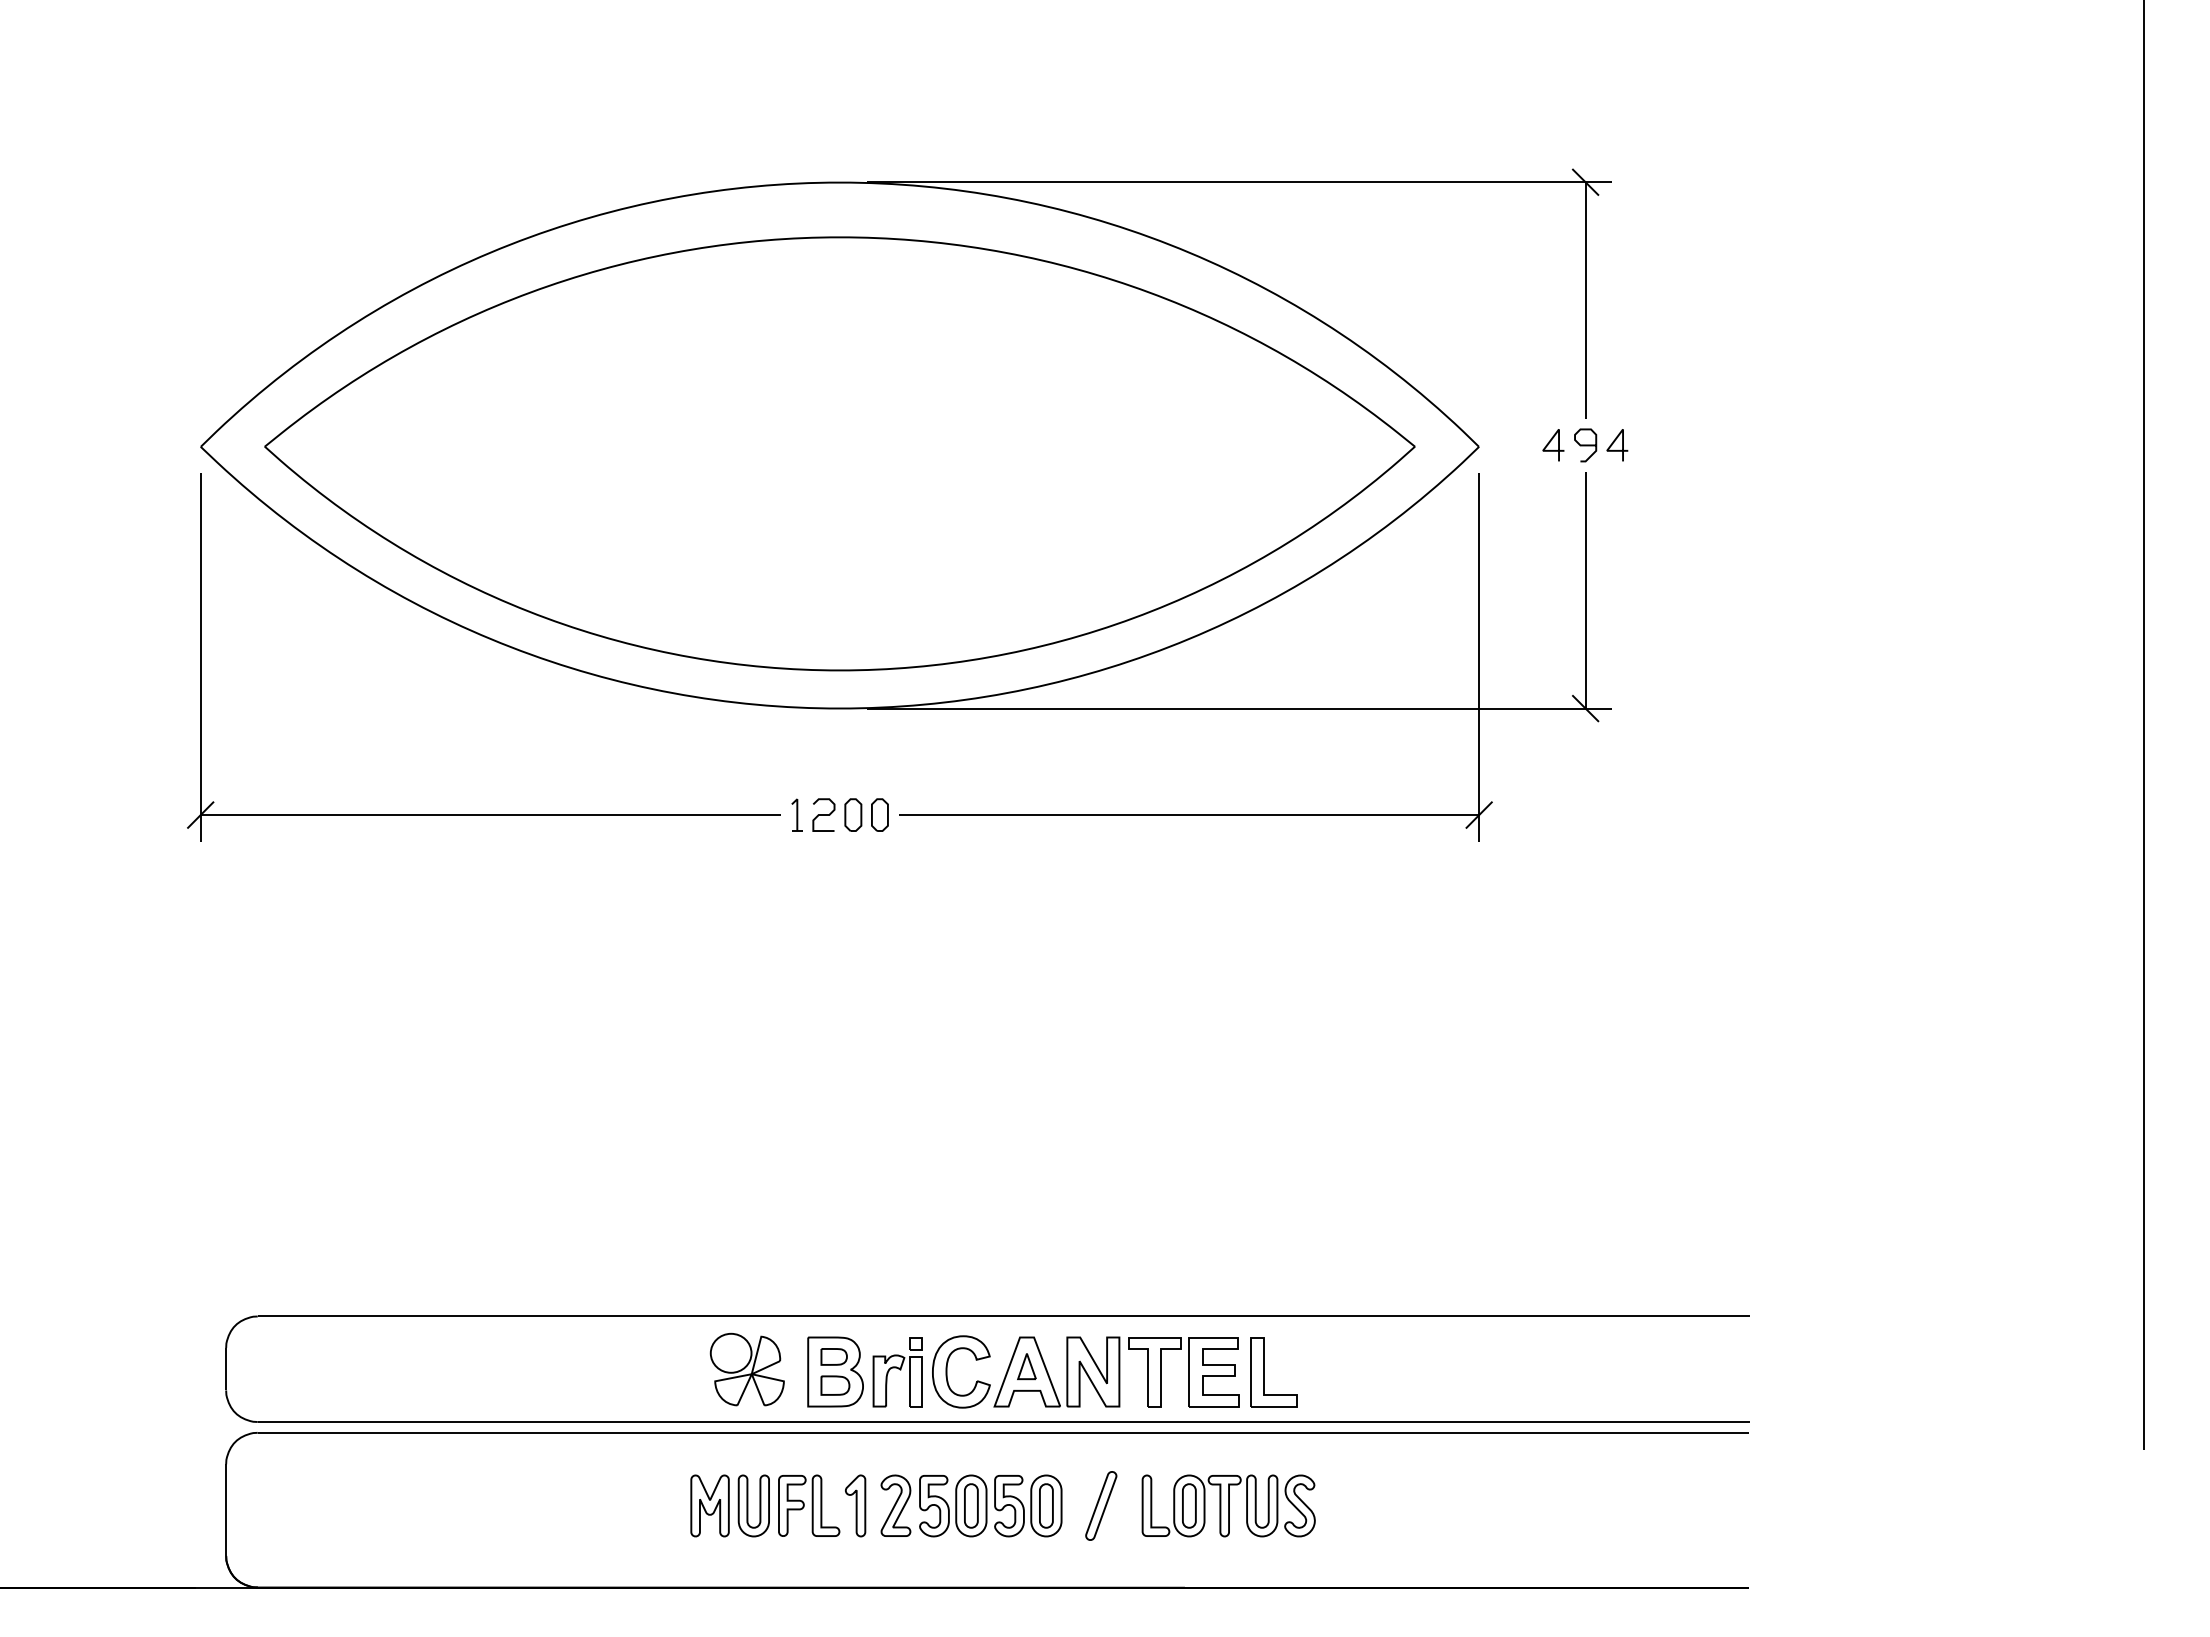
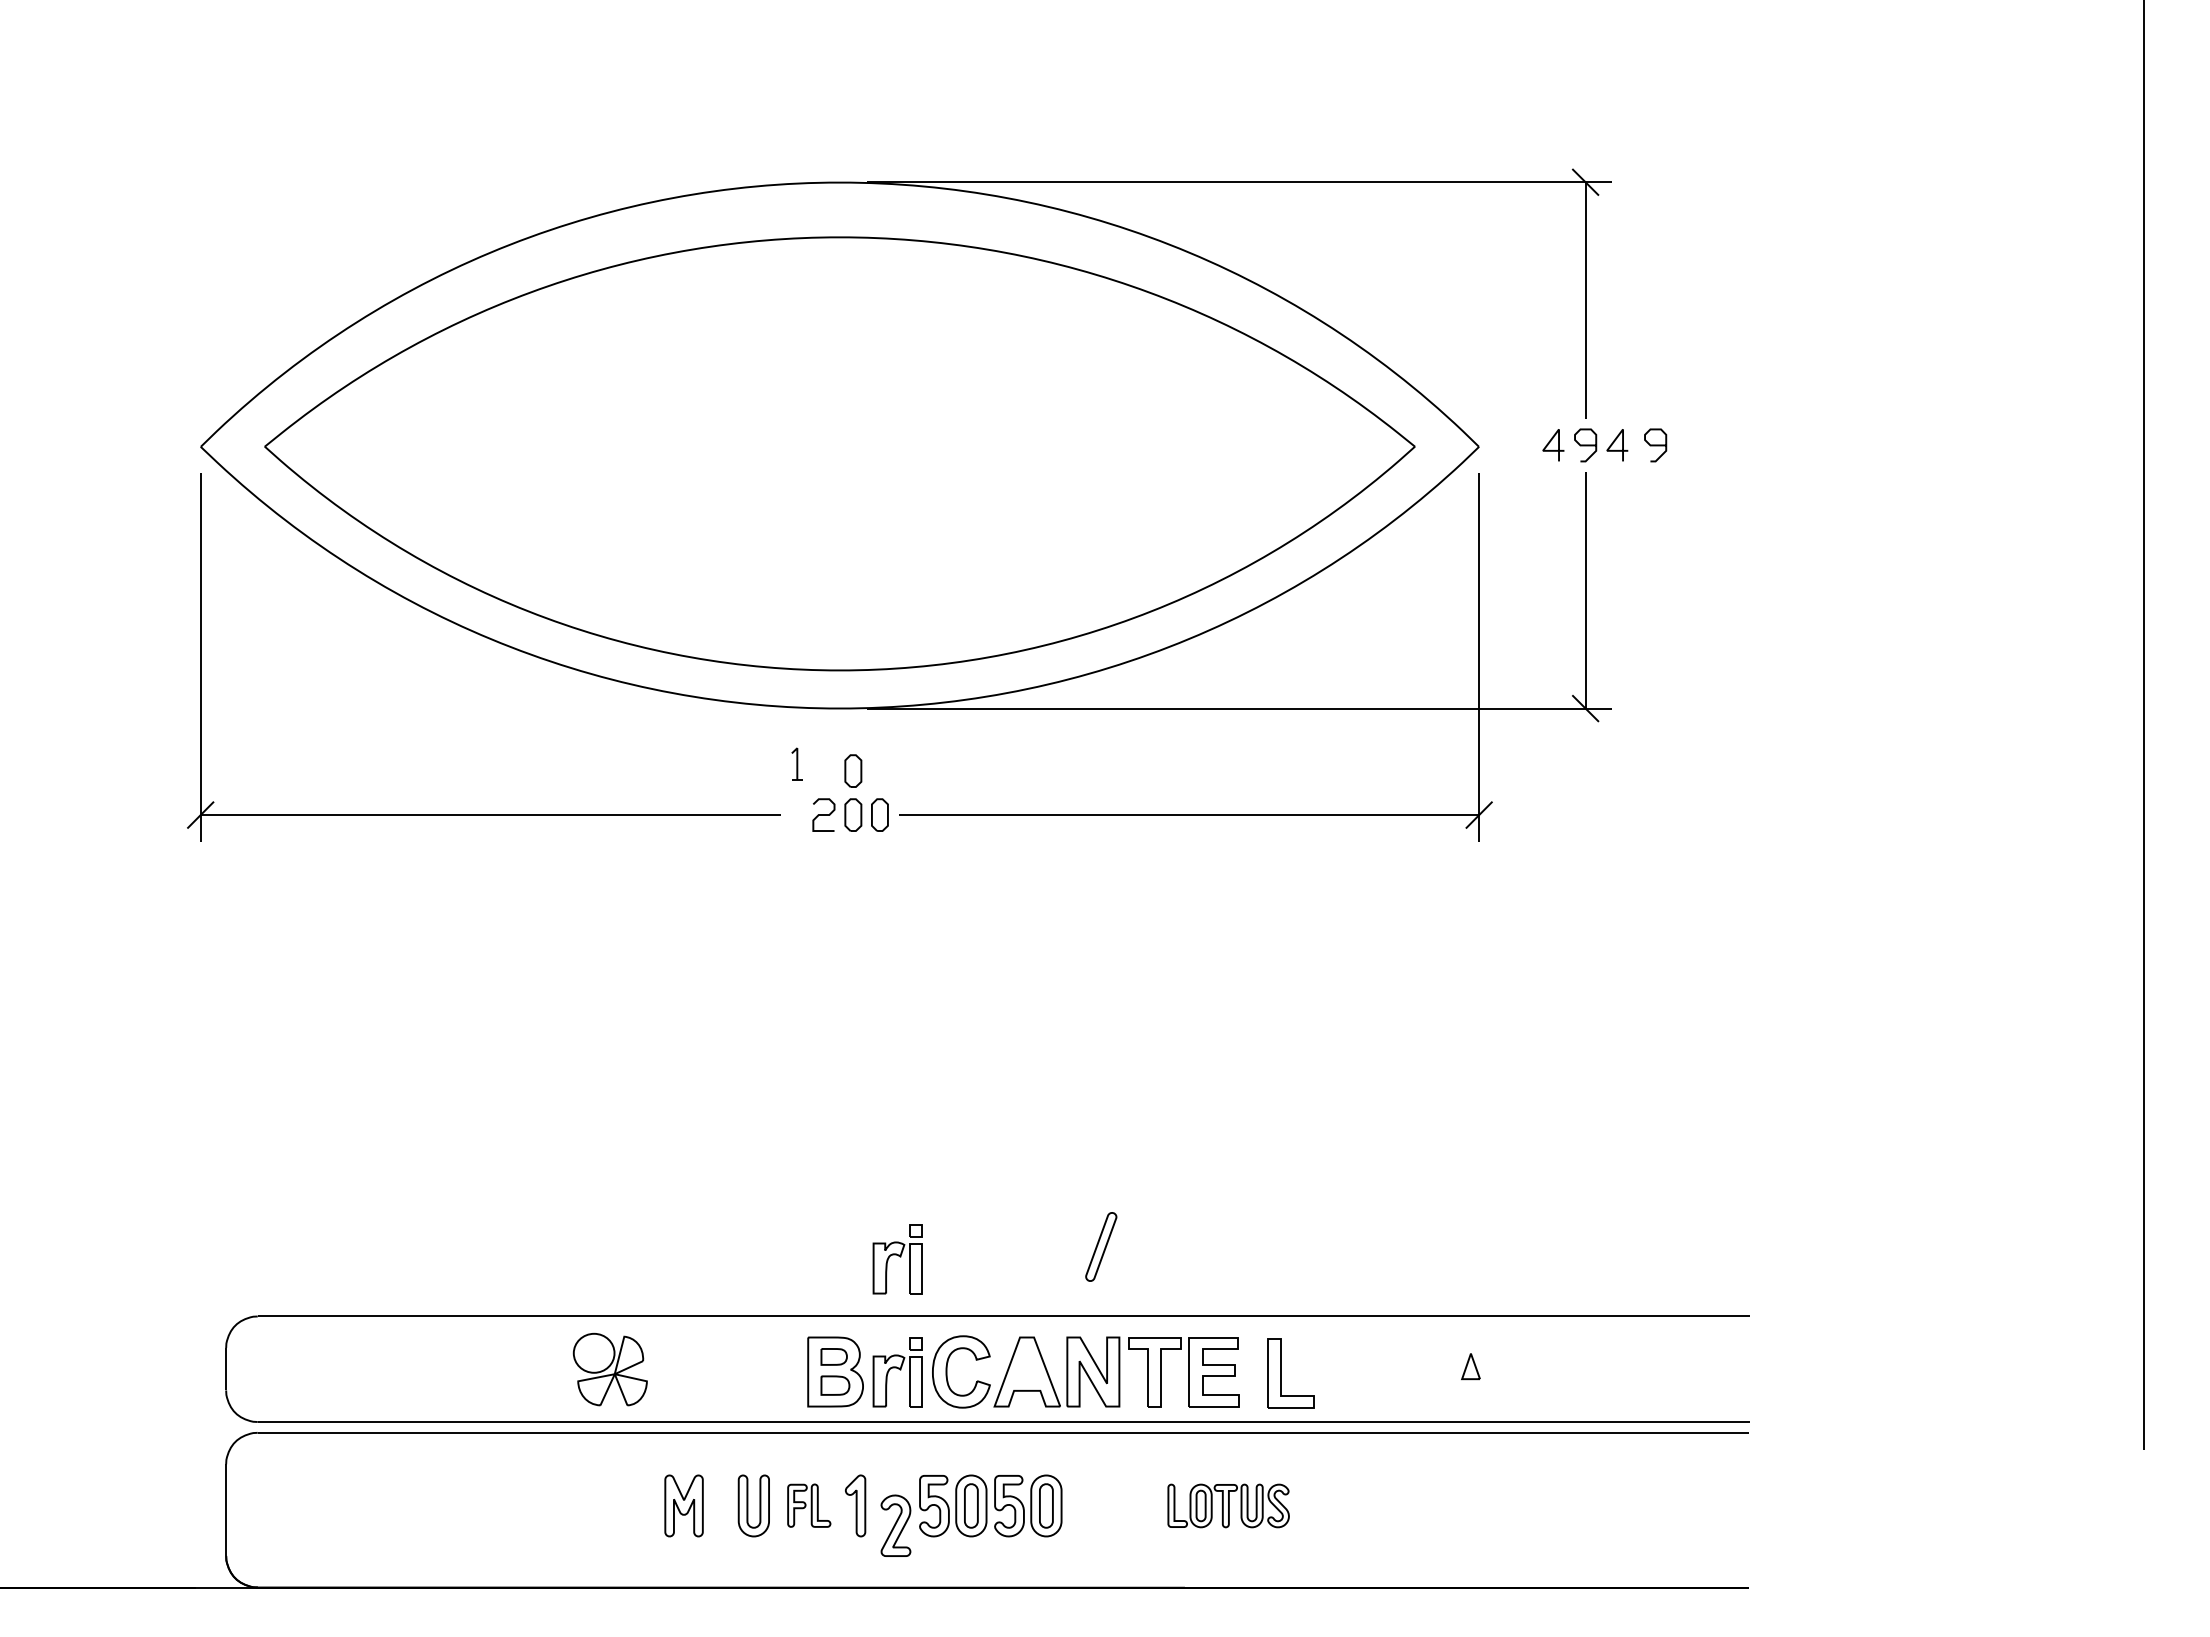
curve at (1655, 445): none -> present
part at (853, 770): none -> present
part at (796, 814) position: (796, 814) -> (796, 763)
part at (897, 1259): none -> present
part at (1026, 1366) position: (1026, 1366) -> (1470, 1366)
part at (746, 1369) position: (746, 1369) -> (609, 1369)
part at (1264, 1372) position: (1264, 1372) -> (1281, 1373)
part at (709, 1505) position: (709, 1505) -> (683, 1505)
part at (809, 1505) size: 63x63 px -> 45x45 px
part at (895, 1505) position: (895, 1505) -> (895, 1525)
part at (1101, 1505) position: (1101, 1505) -> (1101, 1246)
part at (1228, 1505) size: 175x64 px -> 123x46 px
